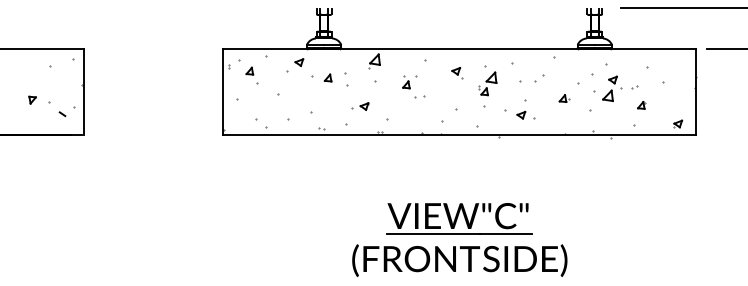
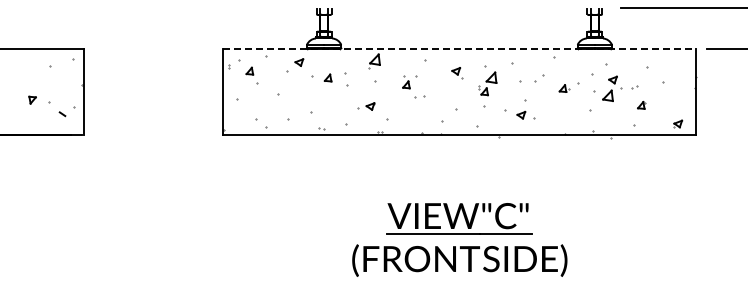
line at (459, 49): solid -> dashed
part at (564, 98) position: (564, 98) -> (564, 88)
part at (360, 106) position: (360, 106) -> (366, 106)
